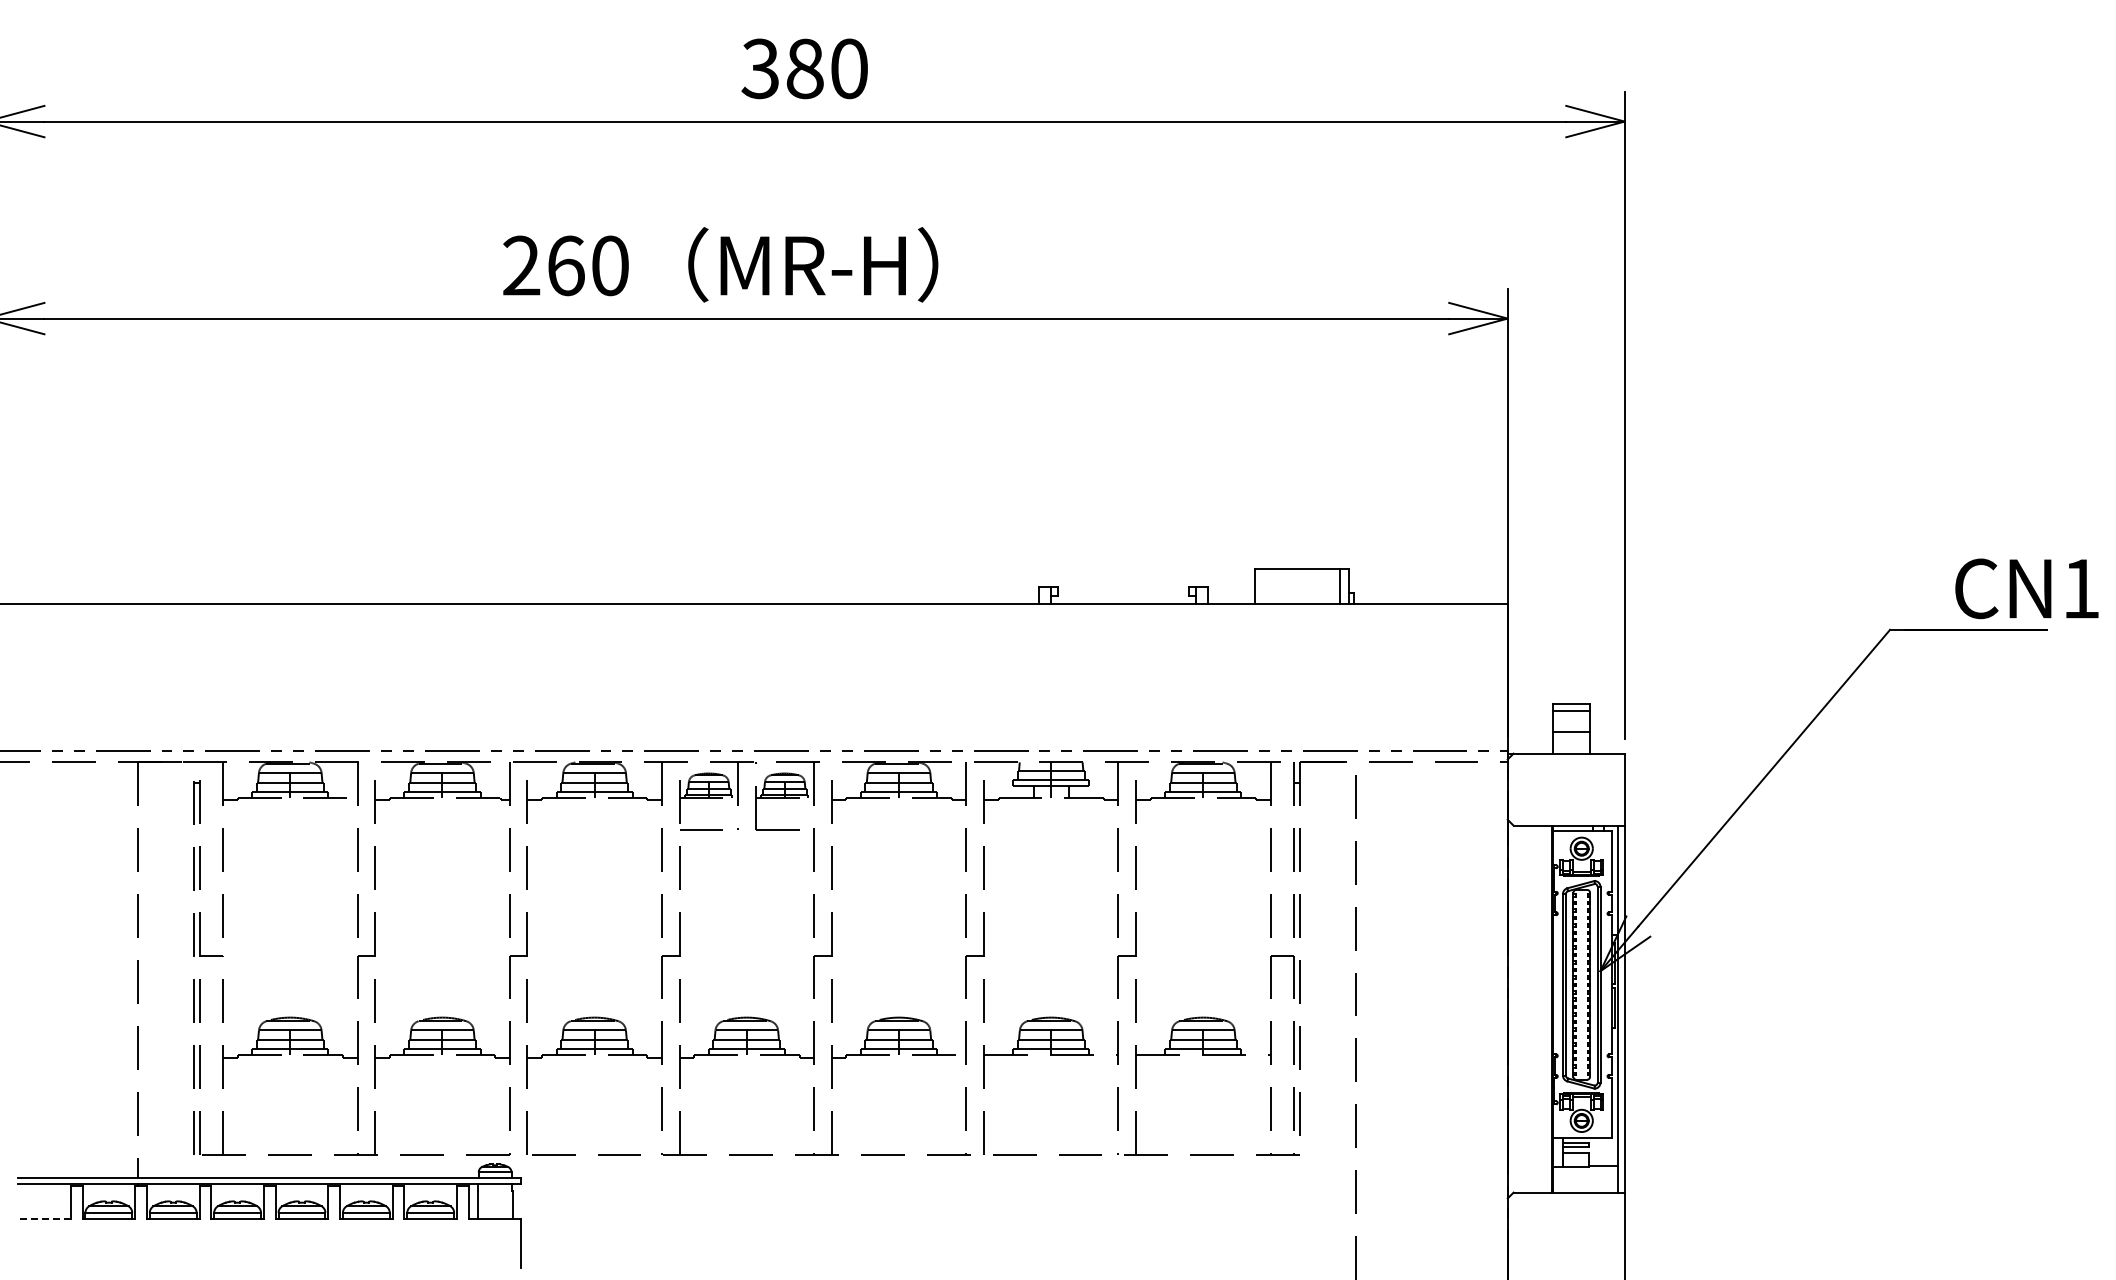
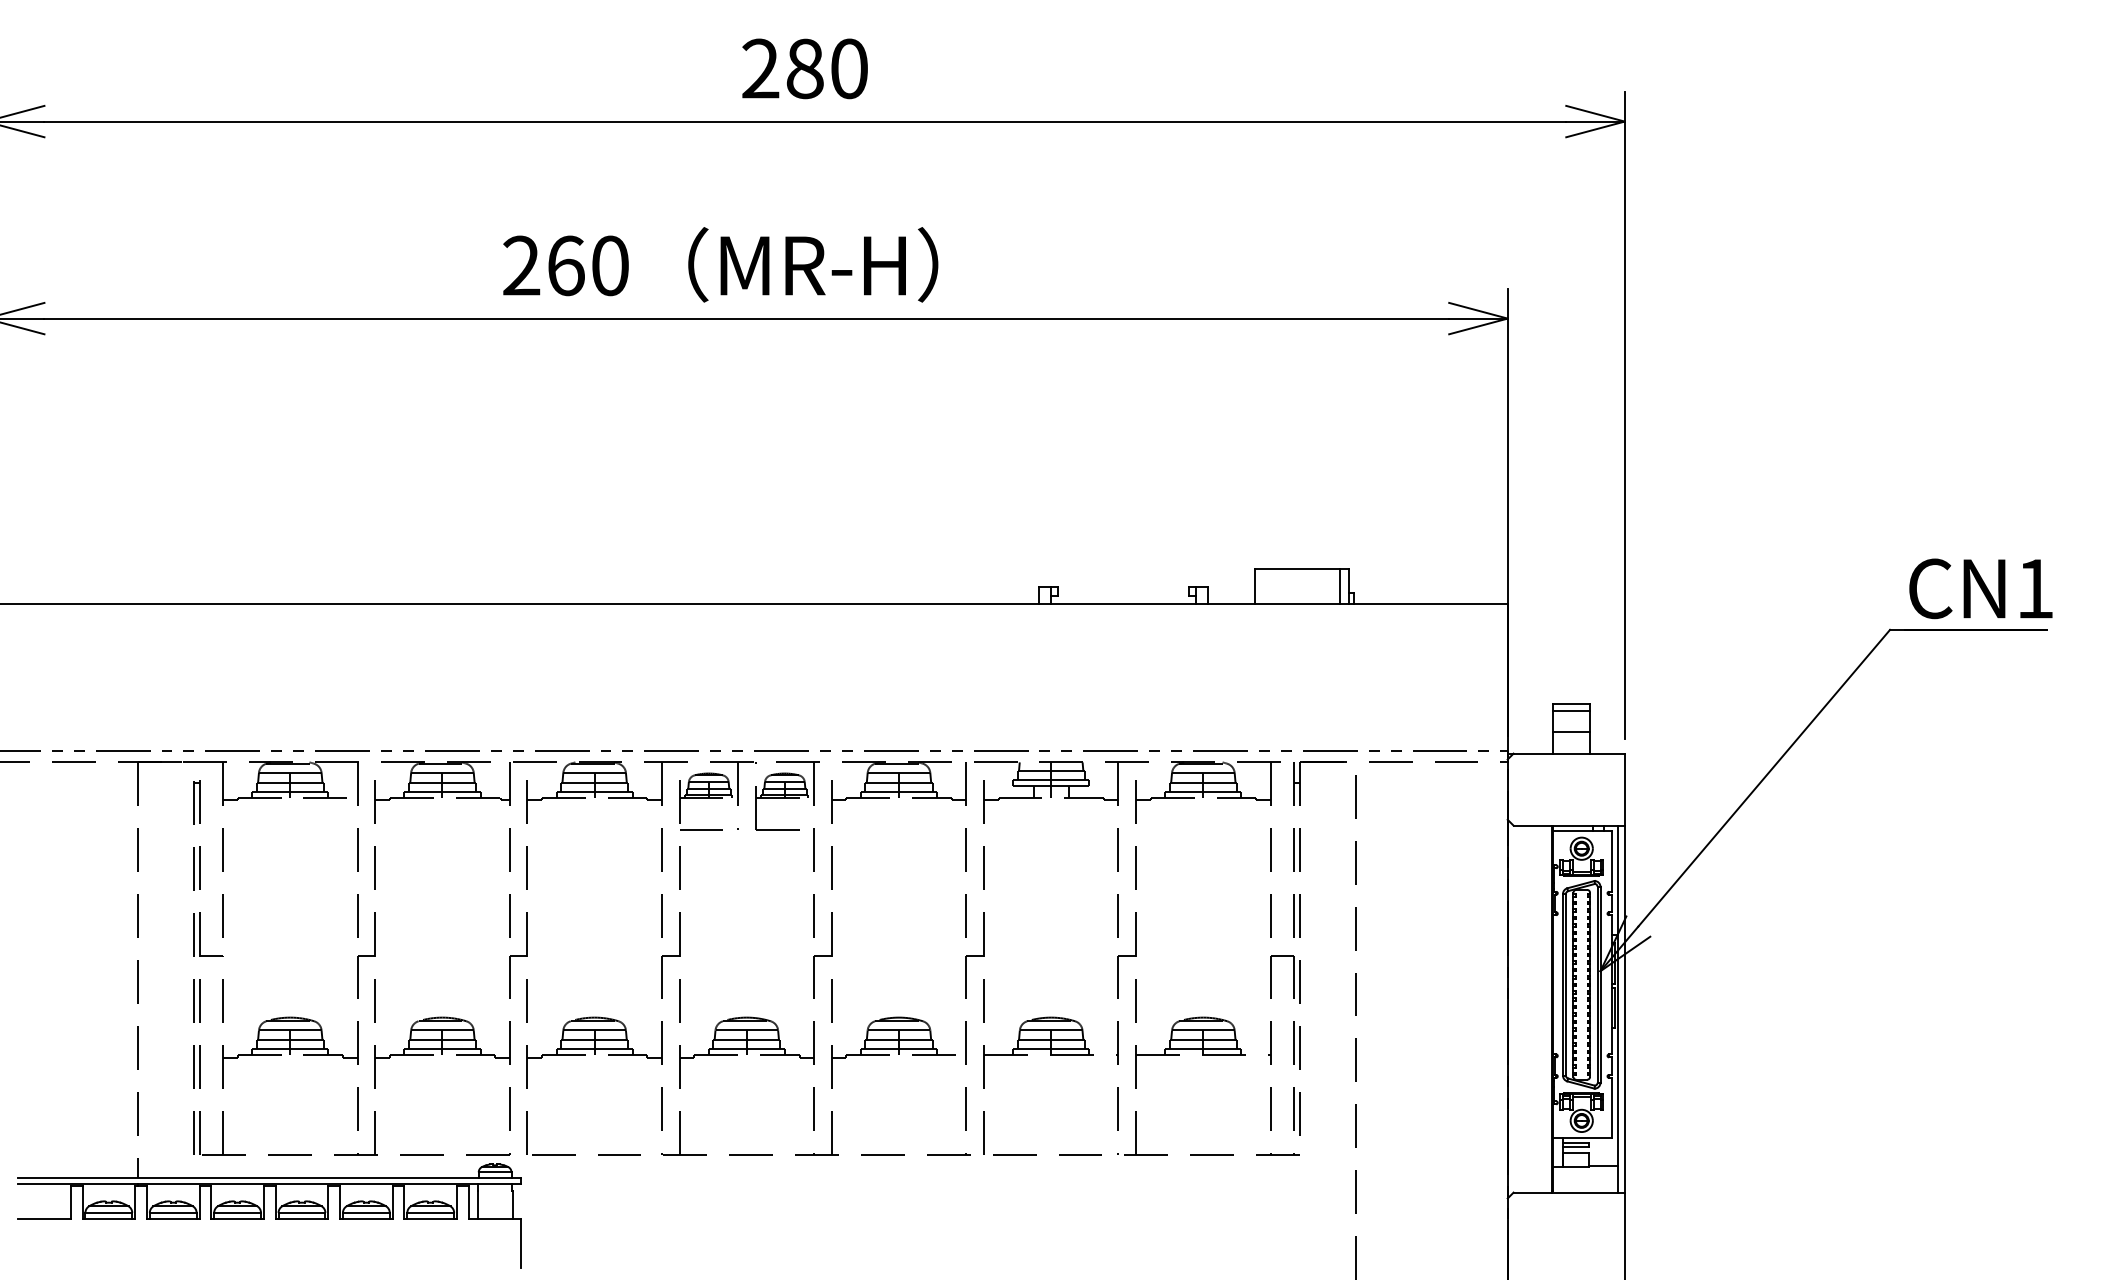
text at (760, 69): 380 -> 280
text at (2026, 588) position: (2026, 588) -> (1980, 588)
line at (43, 1218): dashed -> solid
